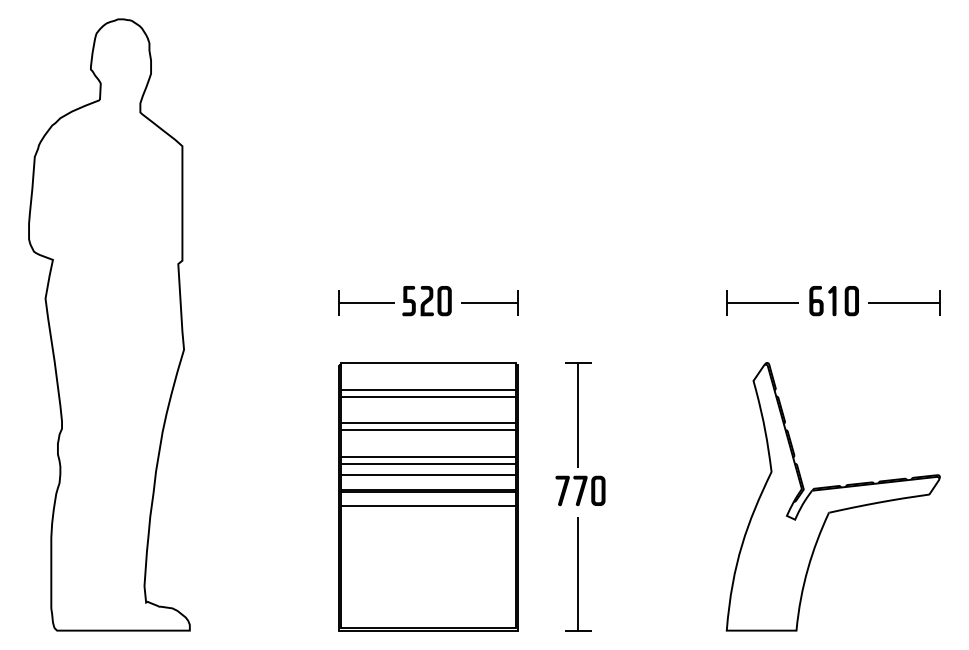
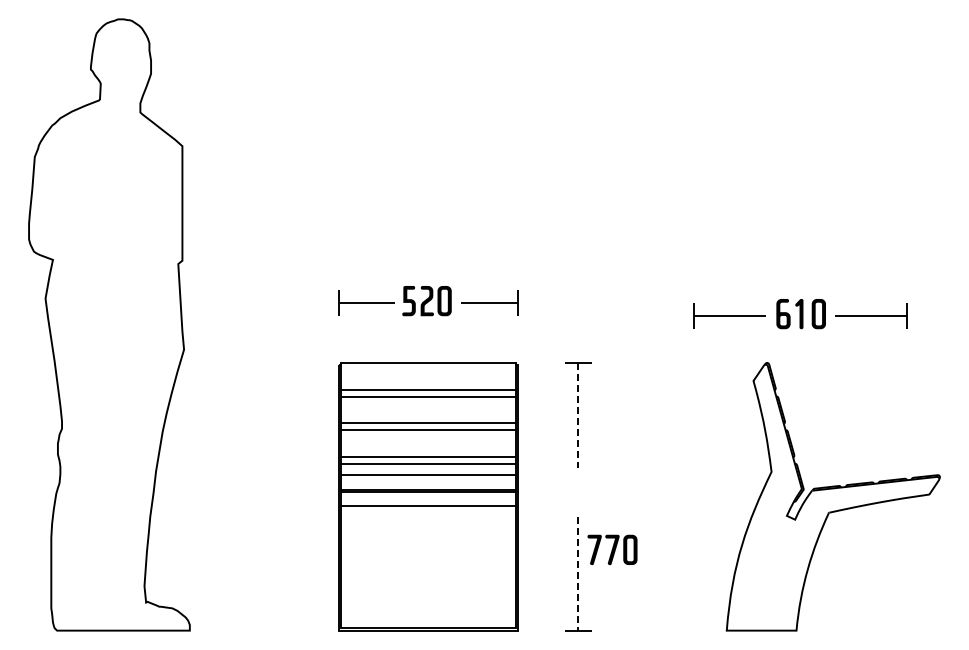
part at (833, 301) position: (833, 301) -> (800, 314)
line at (577, 415): solid -> dashed
part at (580, 490) position: (580, 490) -> (612, 549)
line at (577, 573): solid -> dashed
